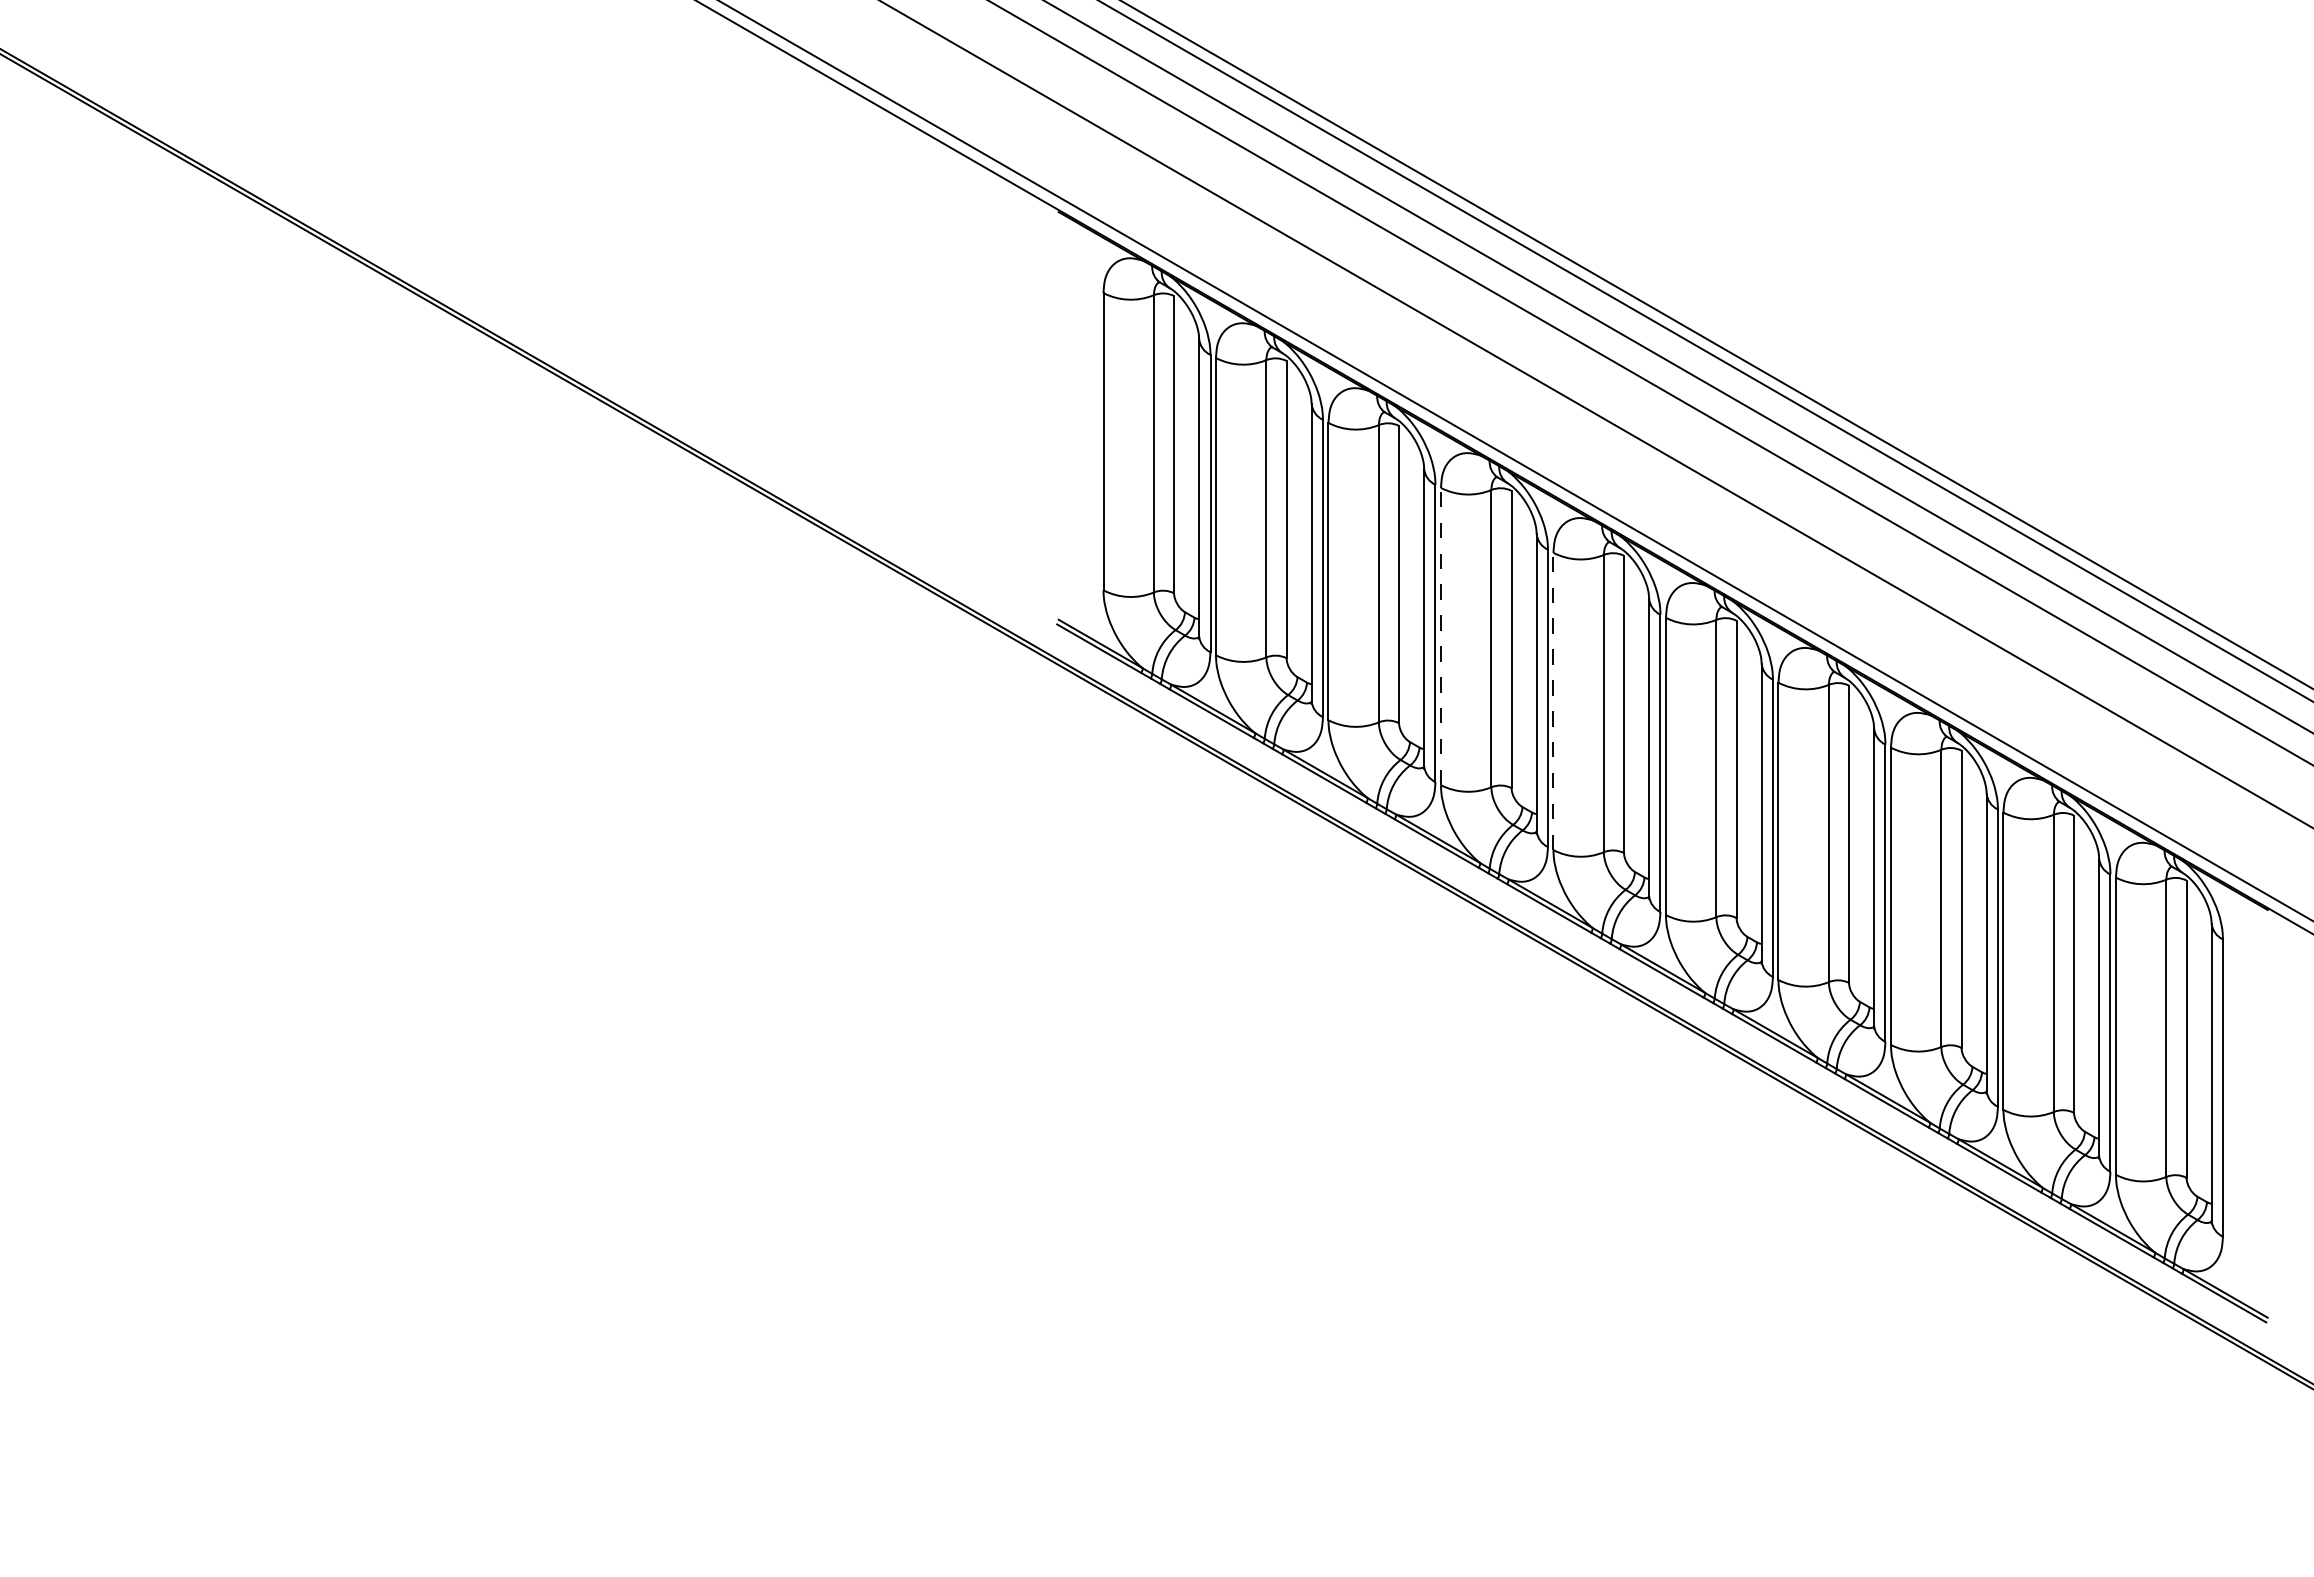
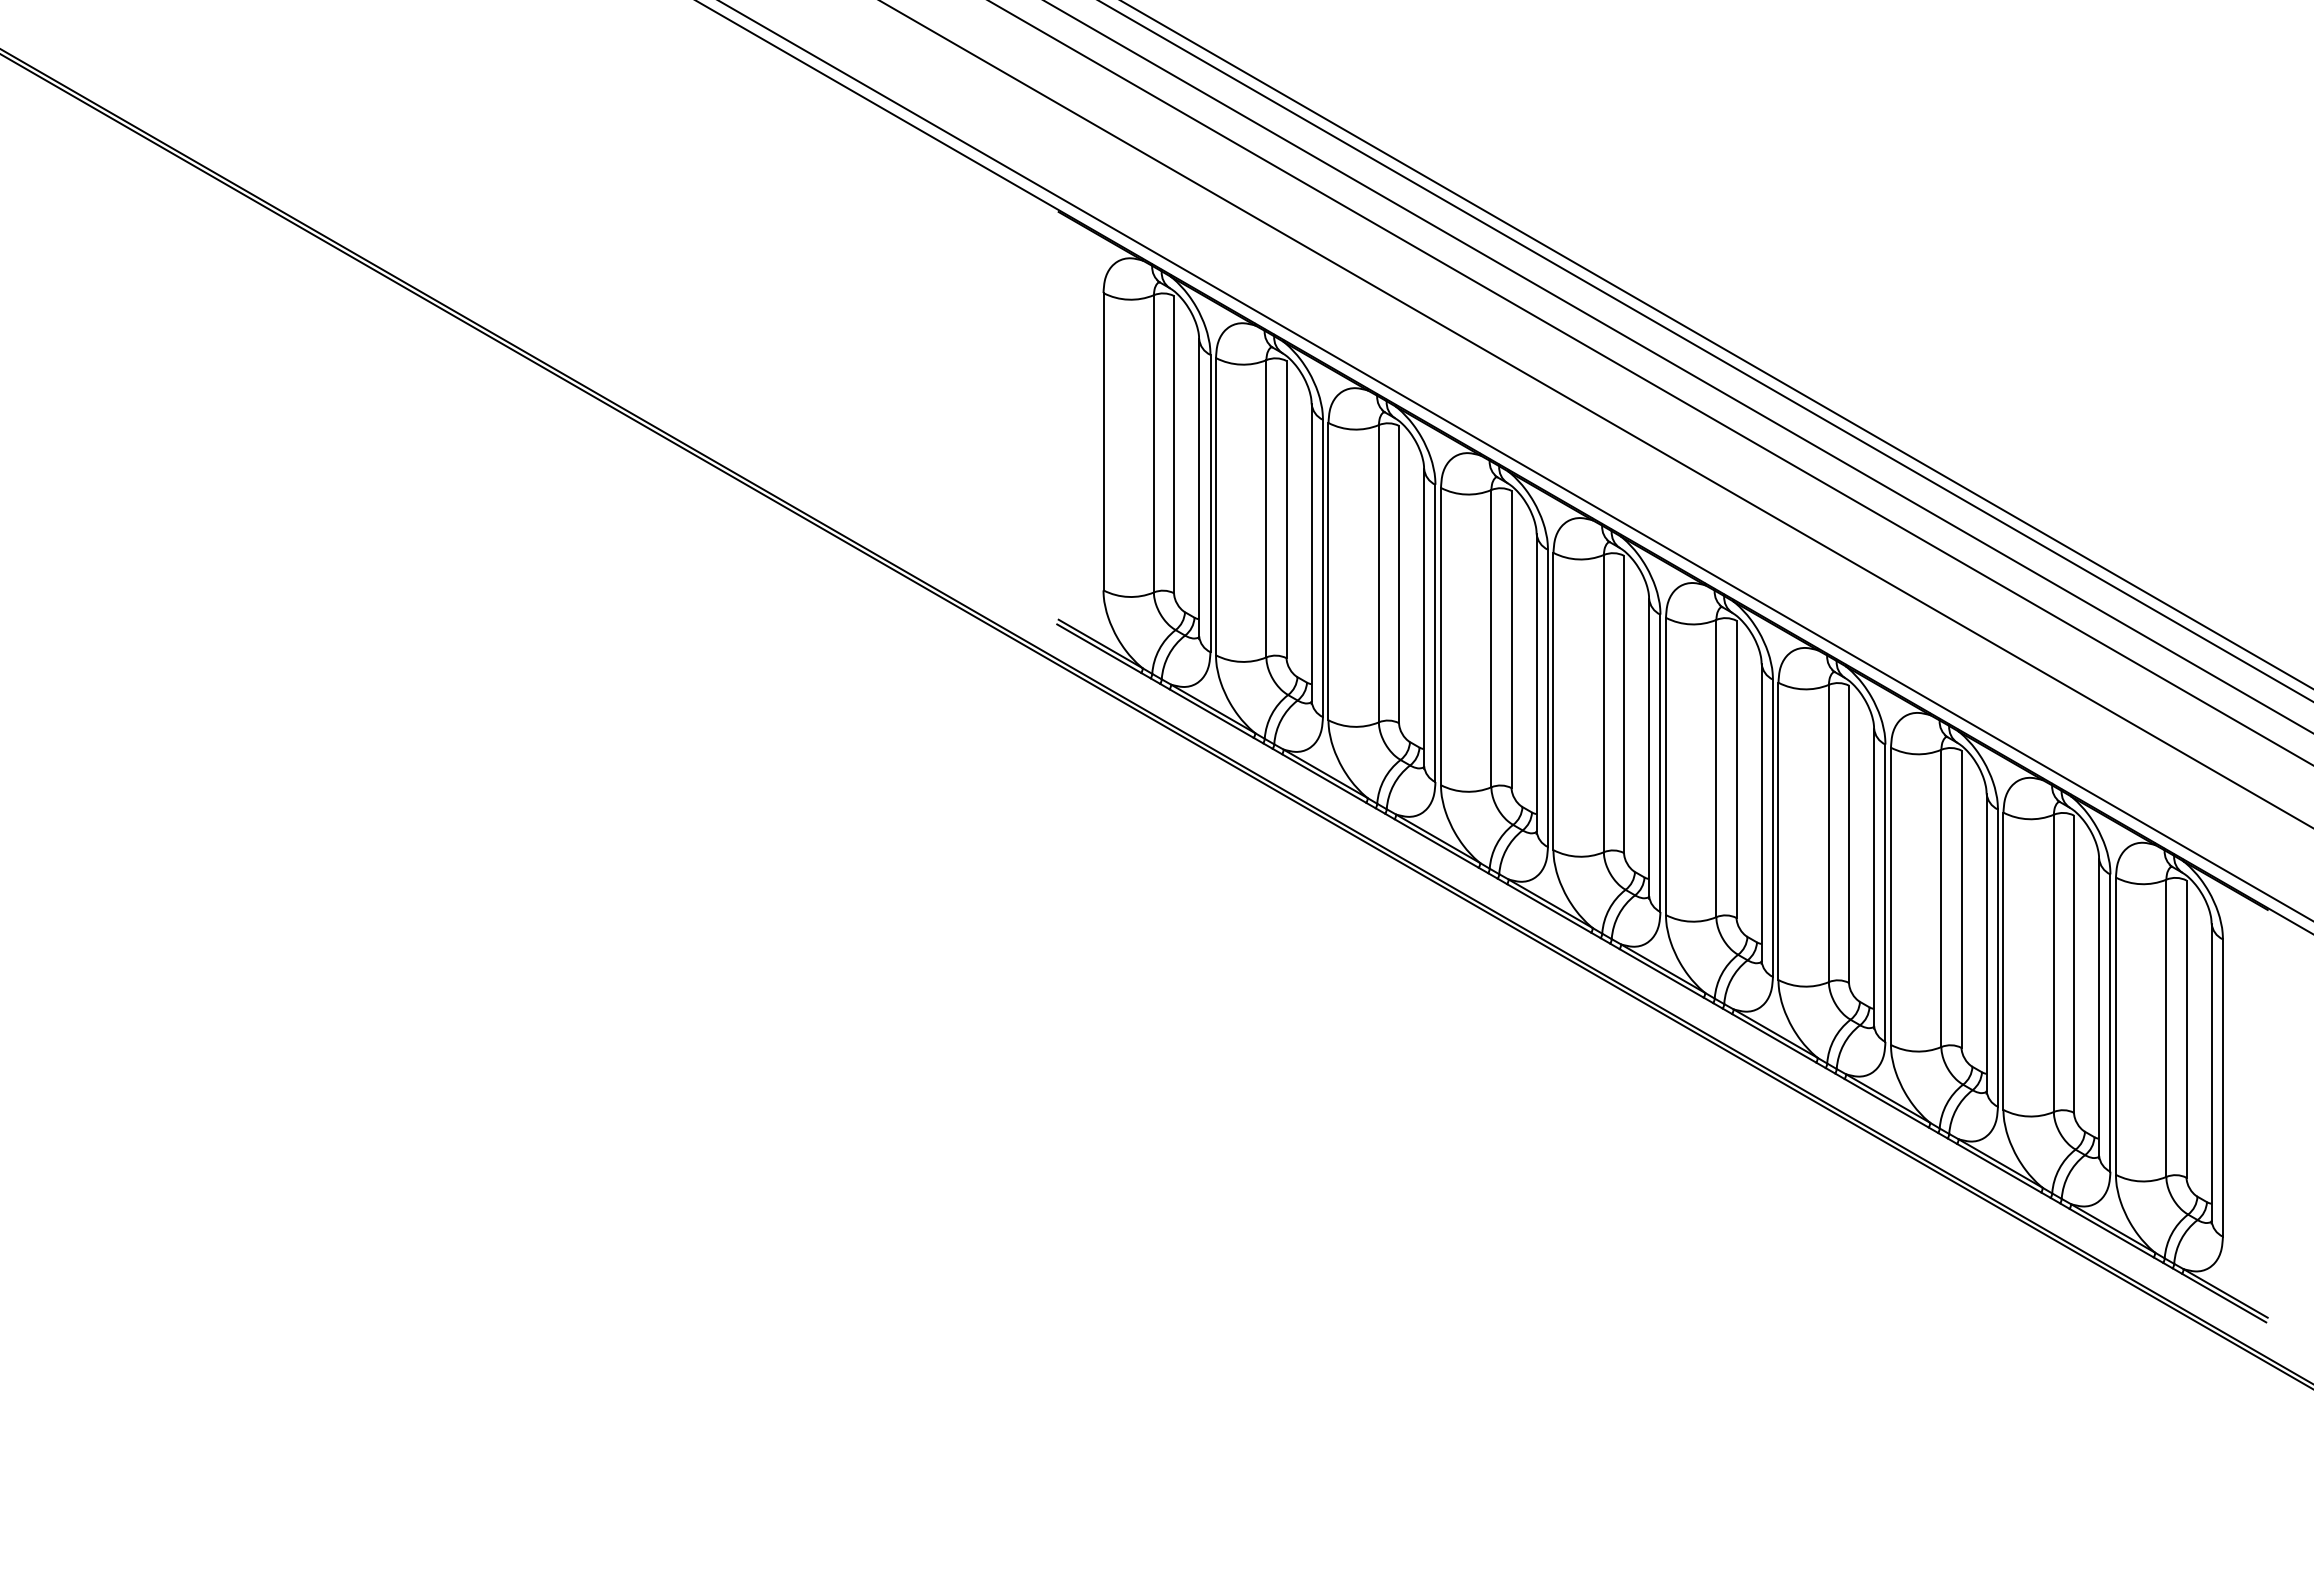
line at (1440, 636): dashed -> solid
line at (1553, 701): dashed -> solid
